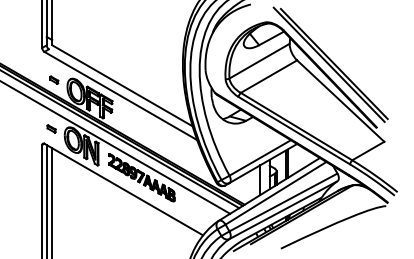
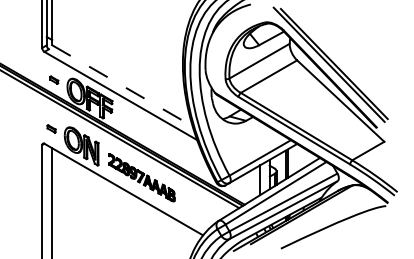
line at (122, 86): solid -> dashed
line at (116, 147): present -> none
line at (46, 200): present -> none
